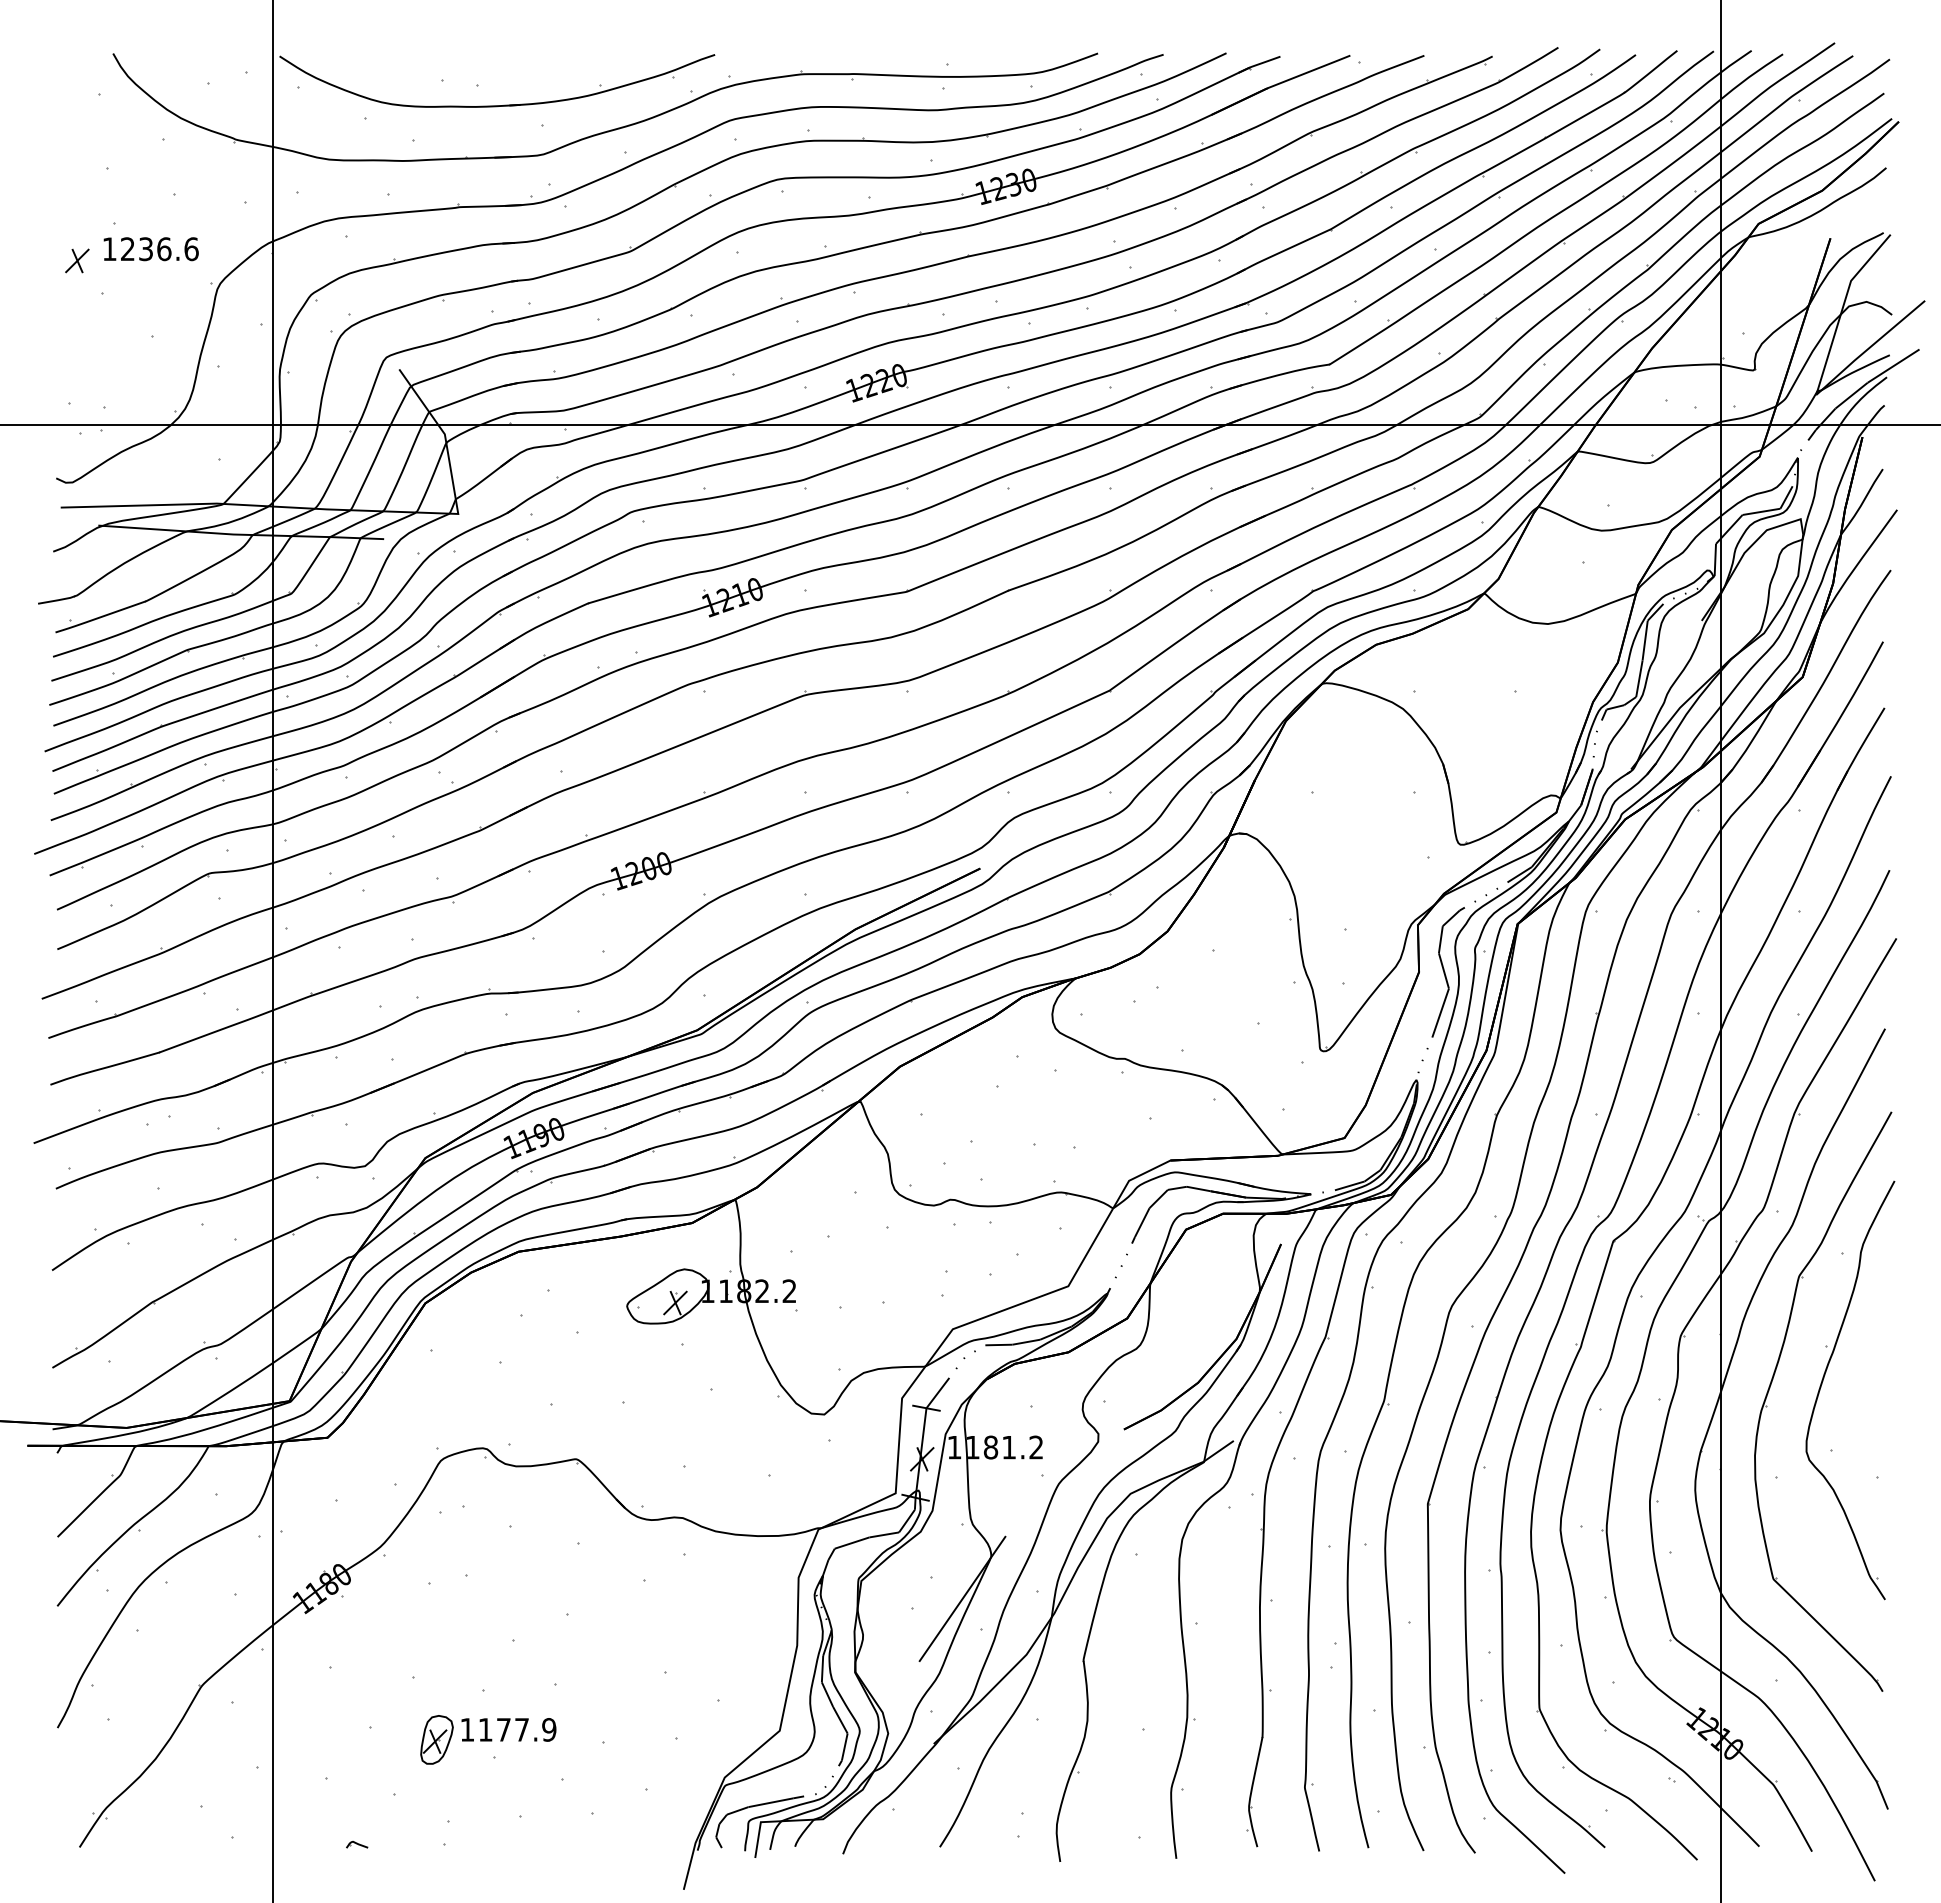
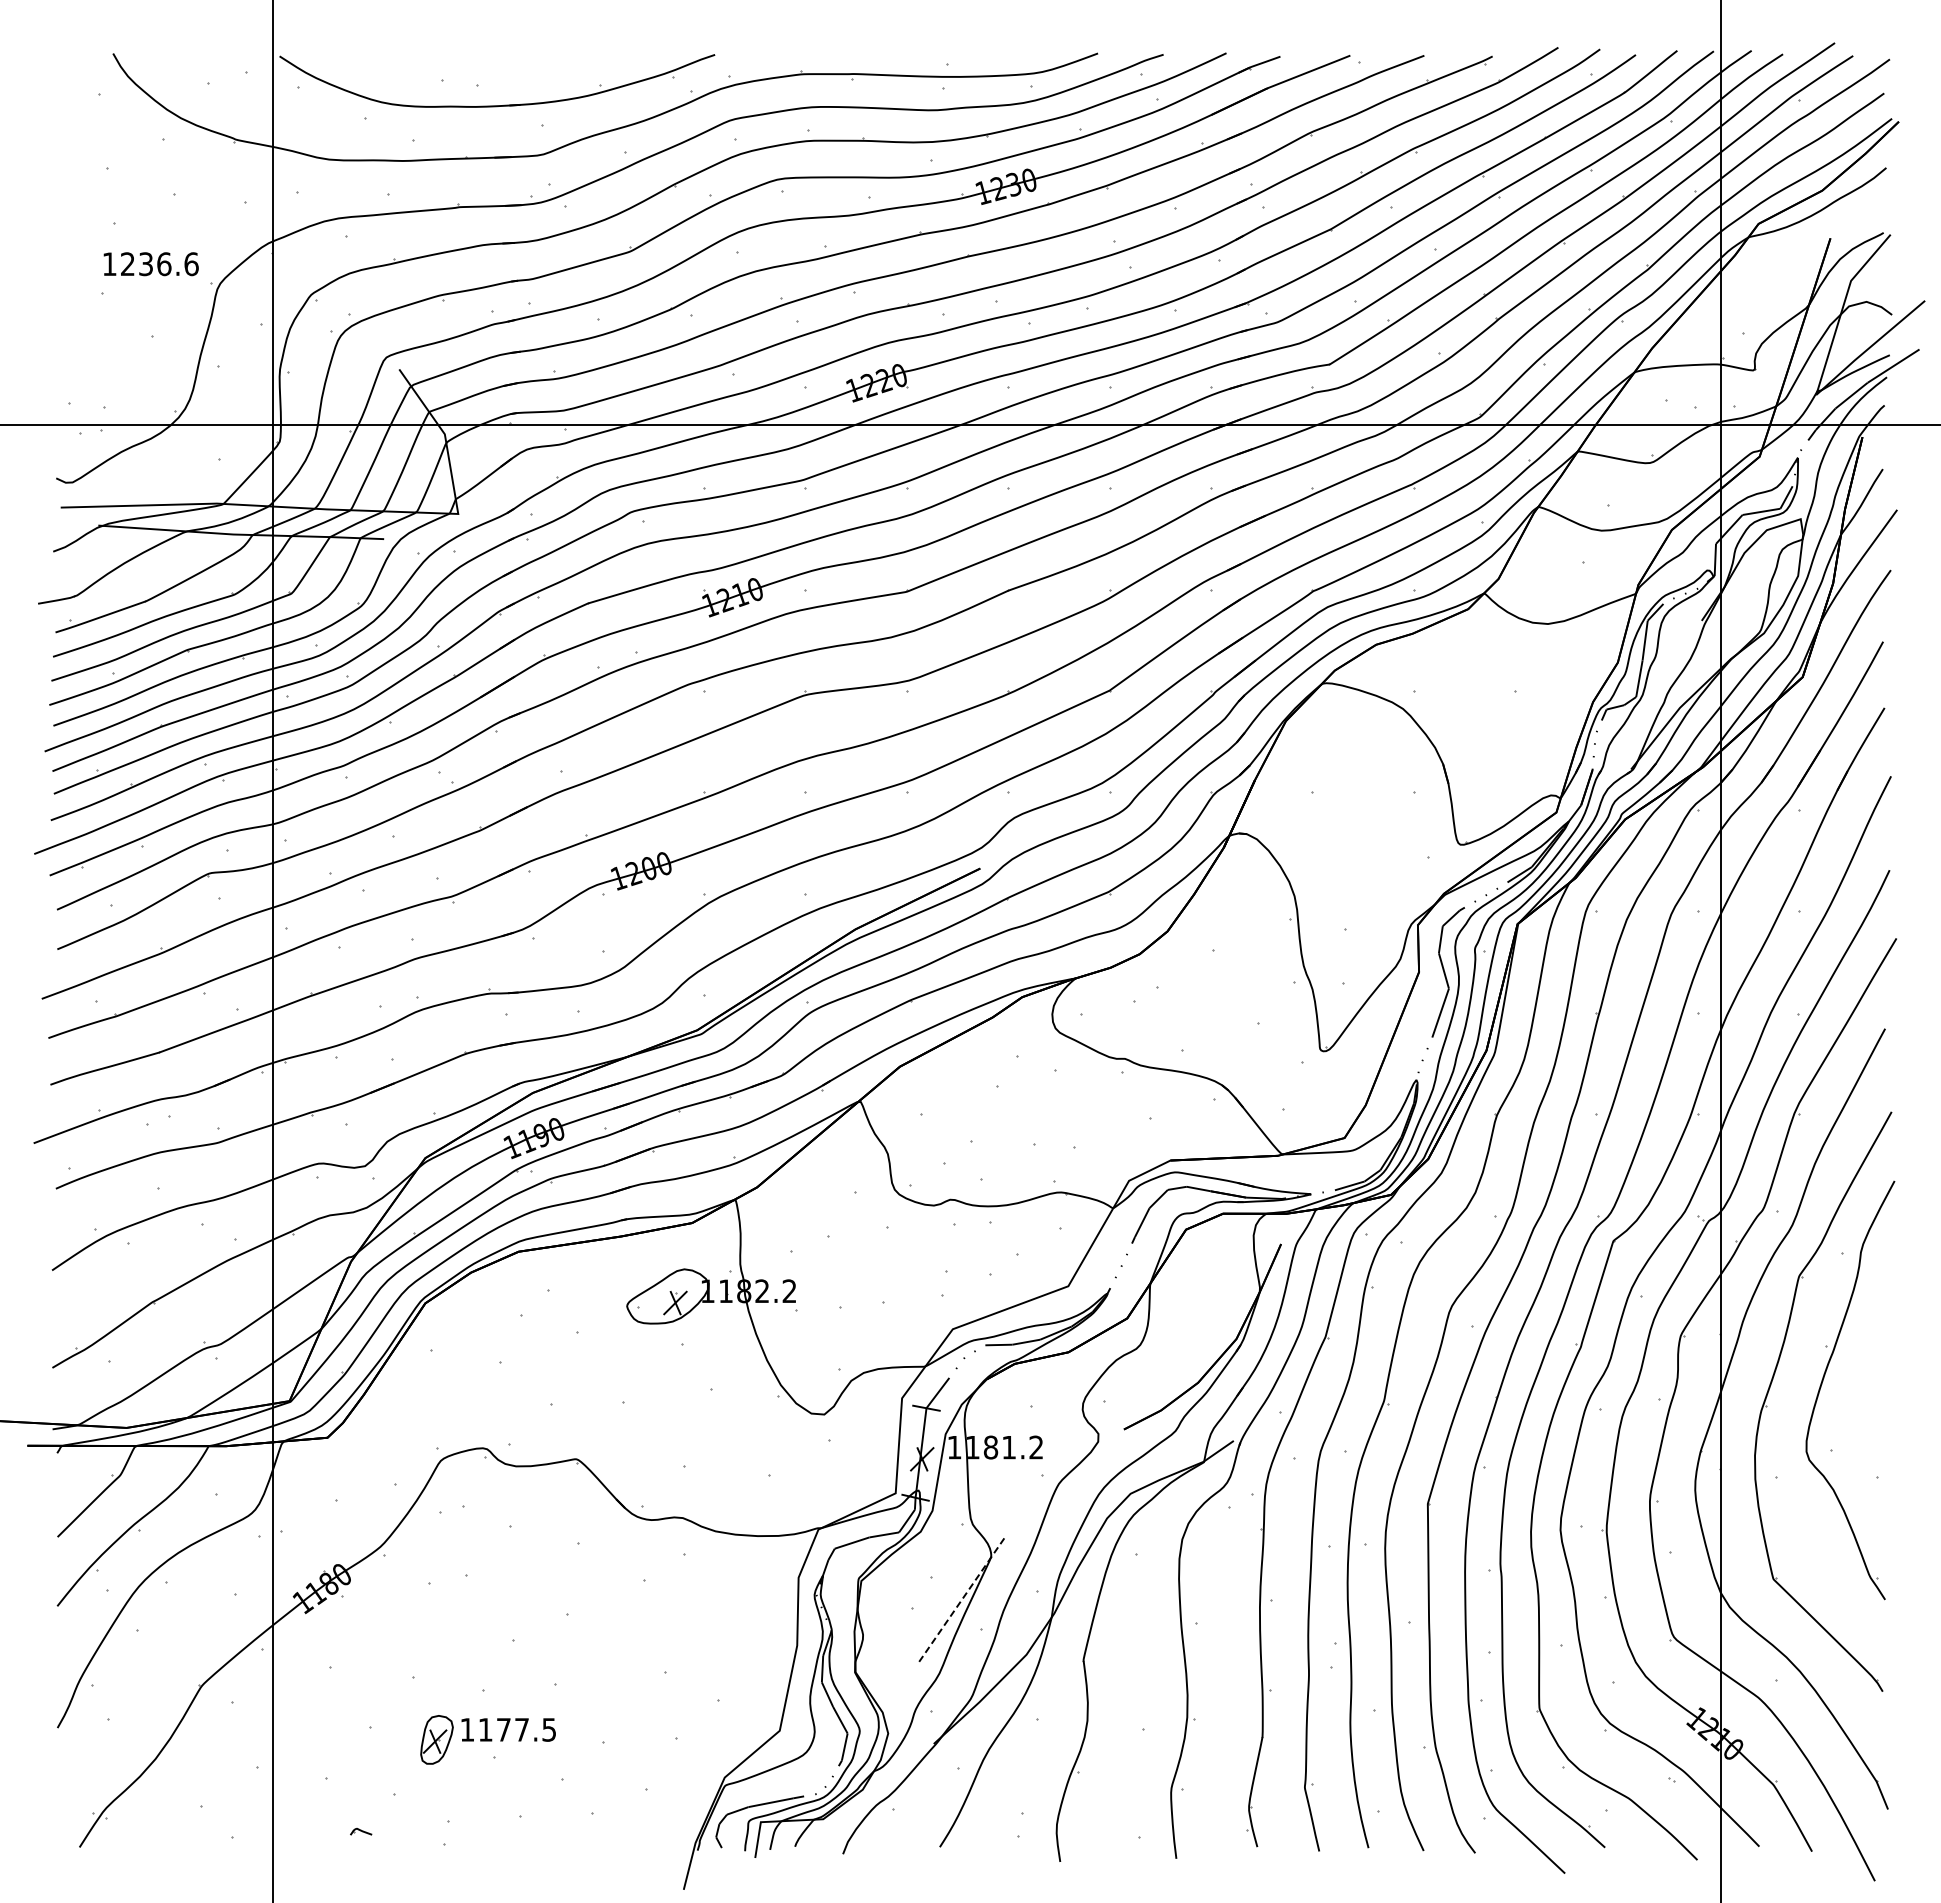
text at (150, 249) position: (150, 249) -> (150, 264)
part at (77, 260): present -> none
line at (962, 1598): solid -> dashed
text at (549, 1729): 1177.9 -> 1177.5
part at (357, 1844) position: (357, 1844) -> (361, 1831)
